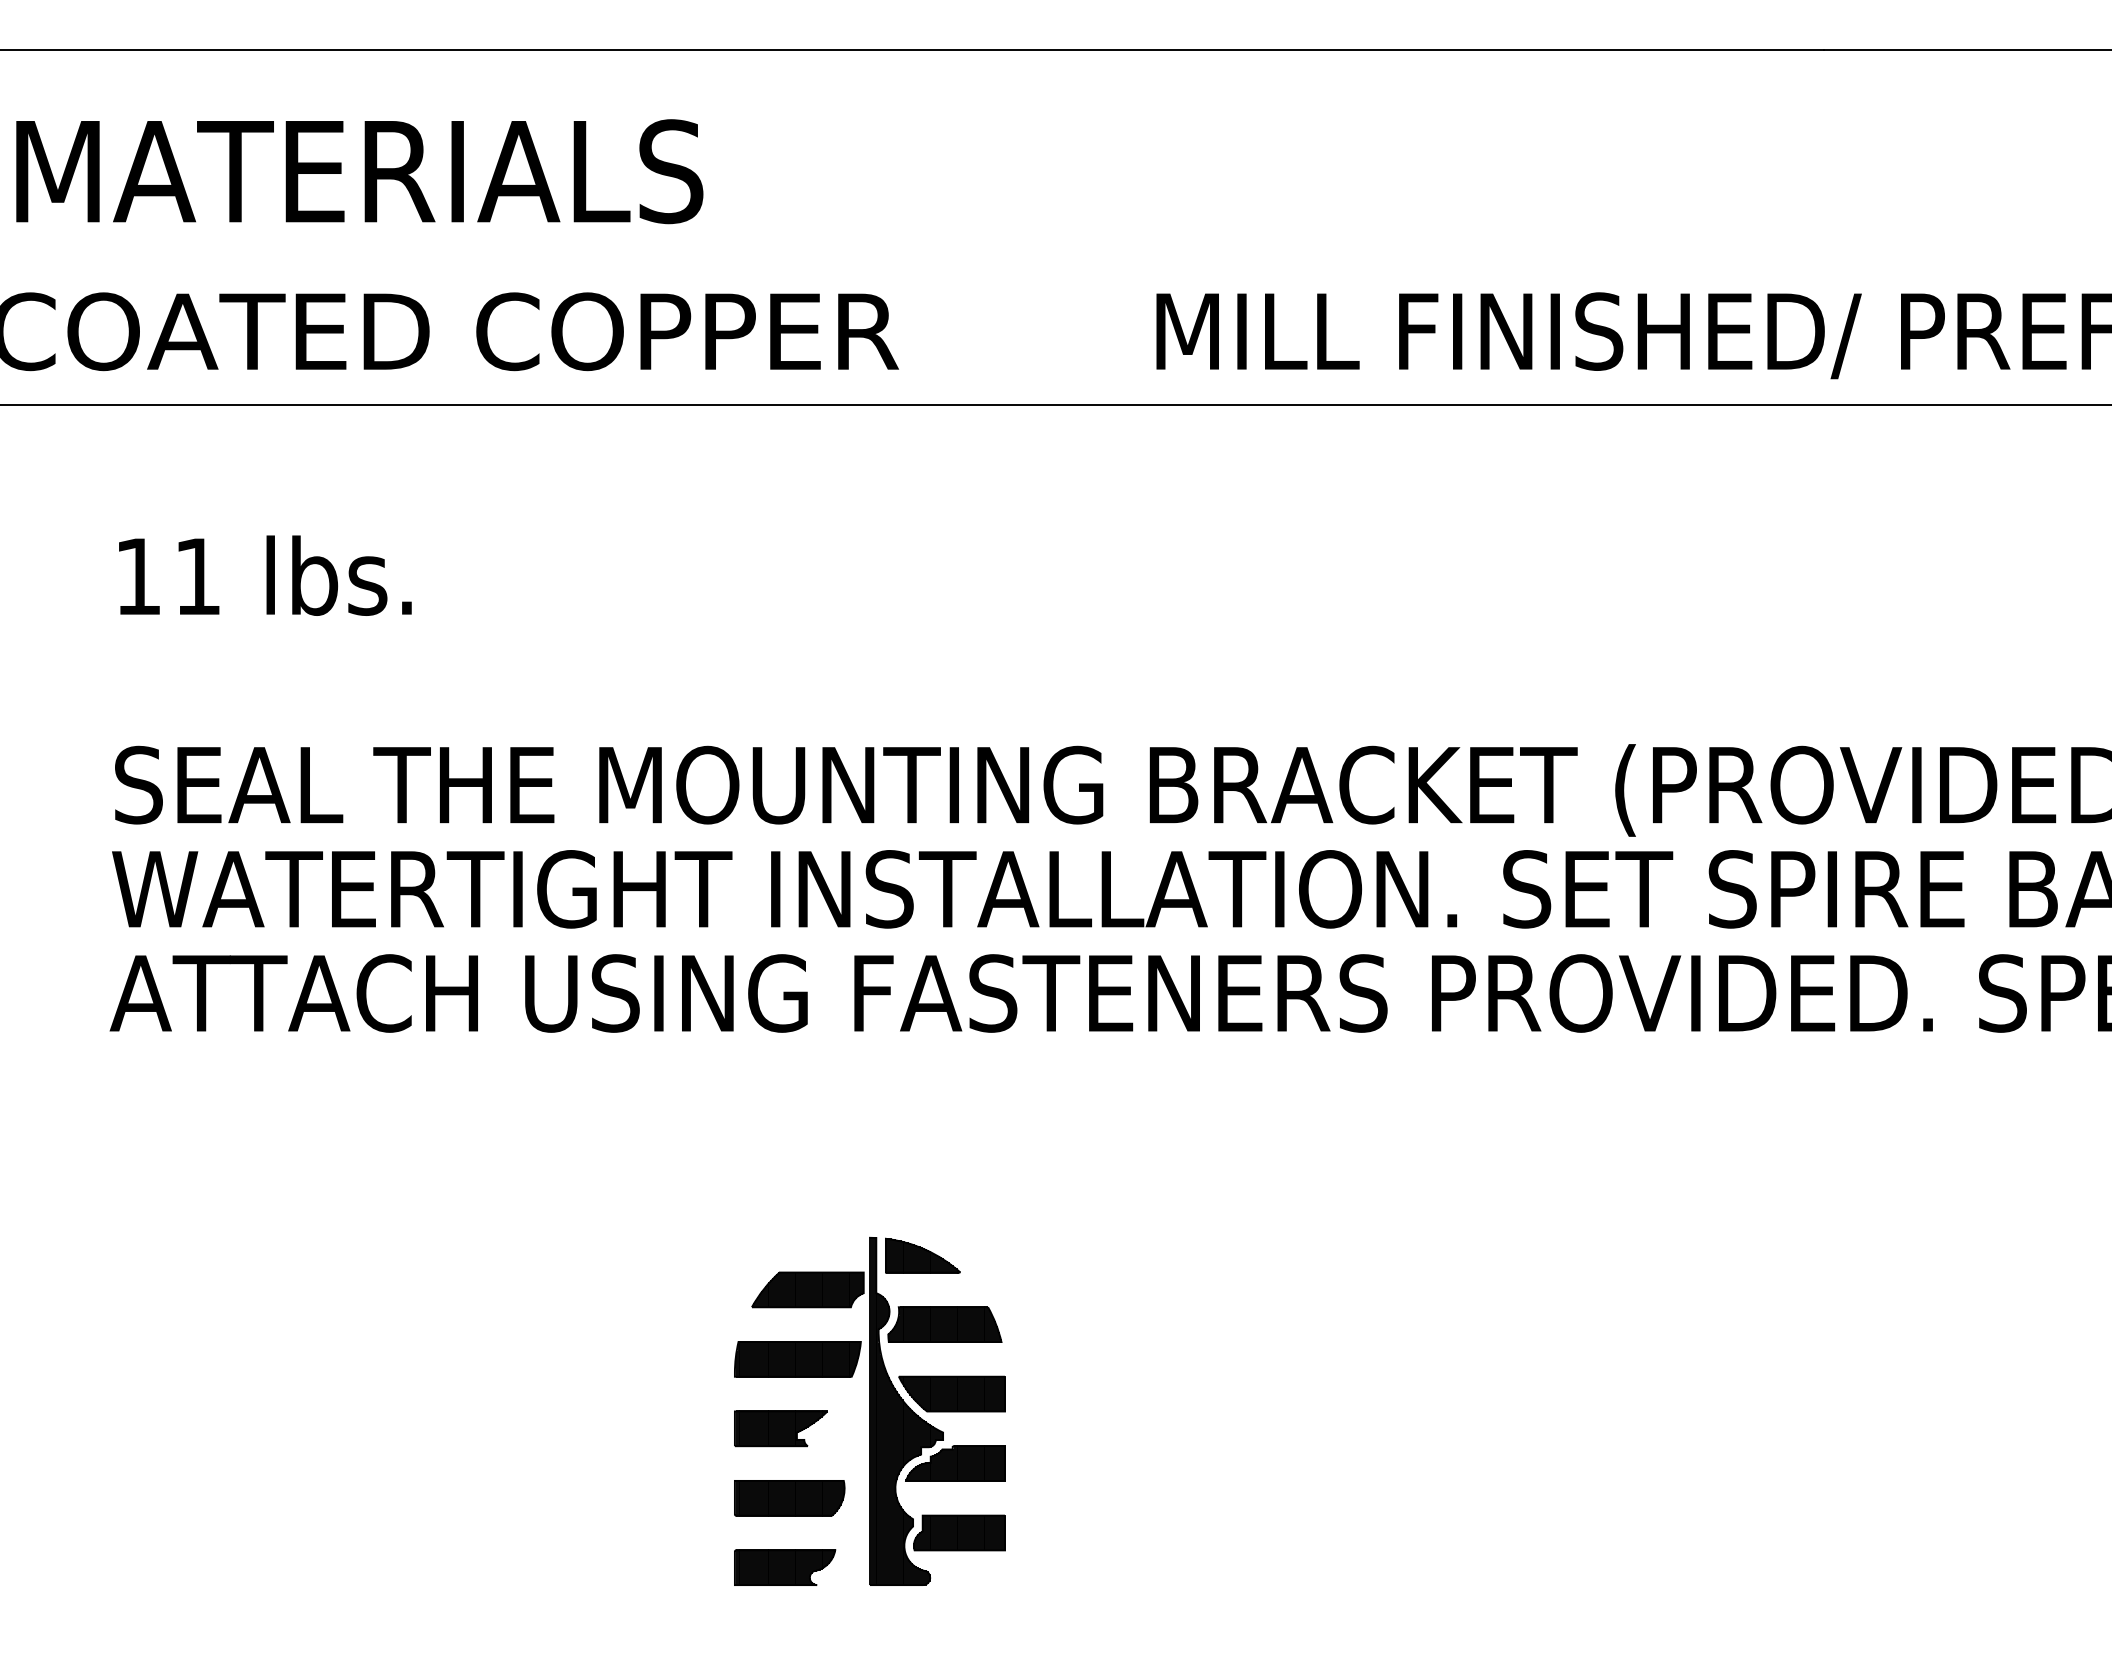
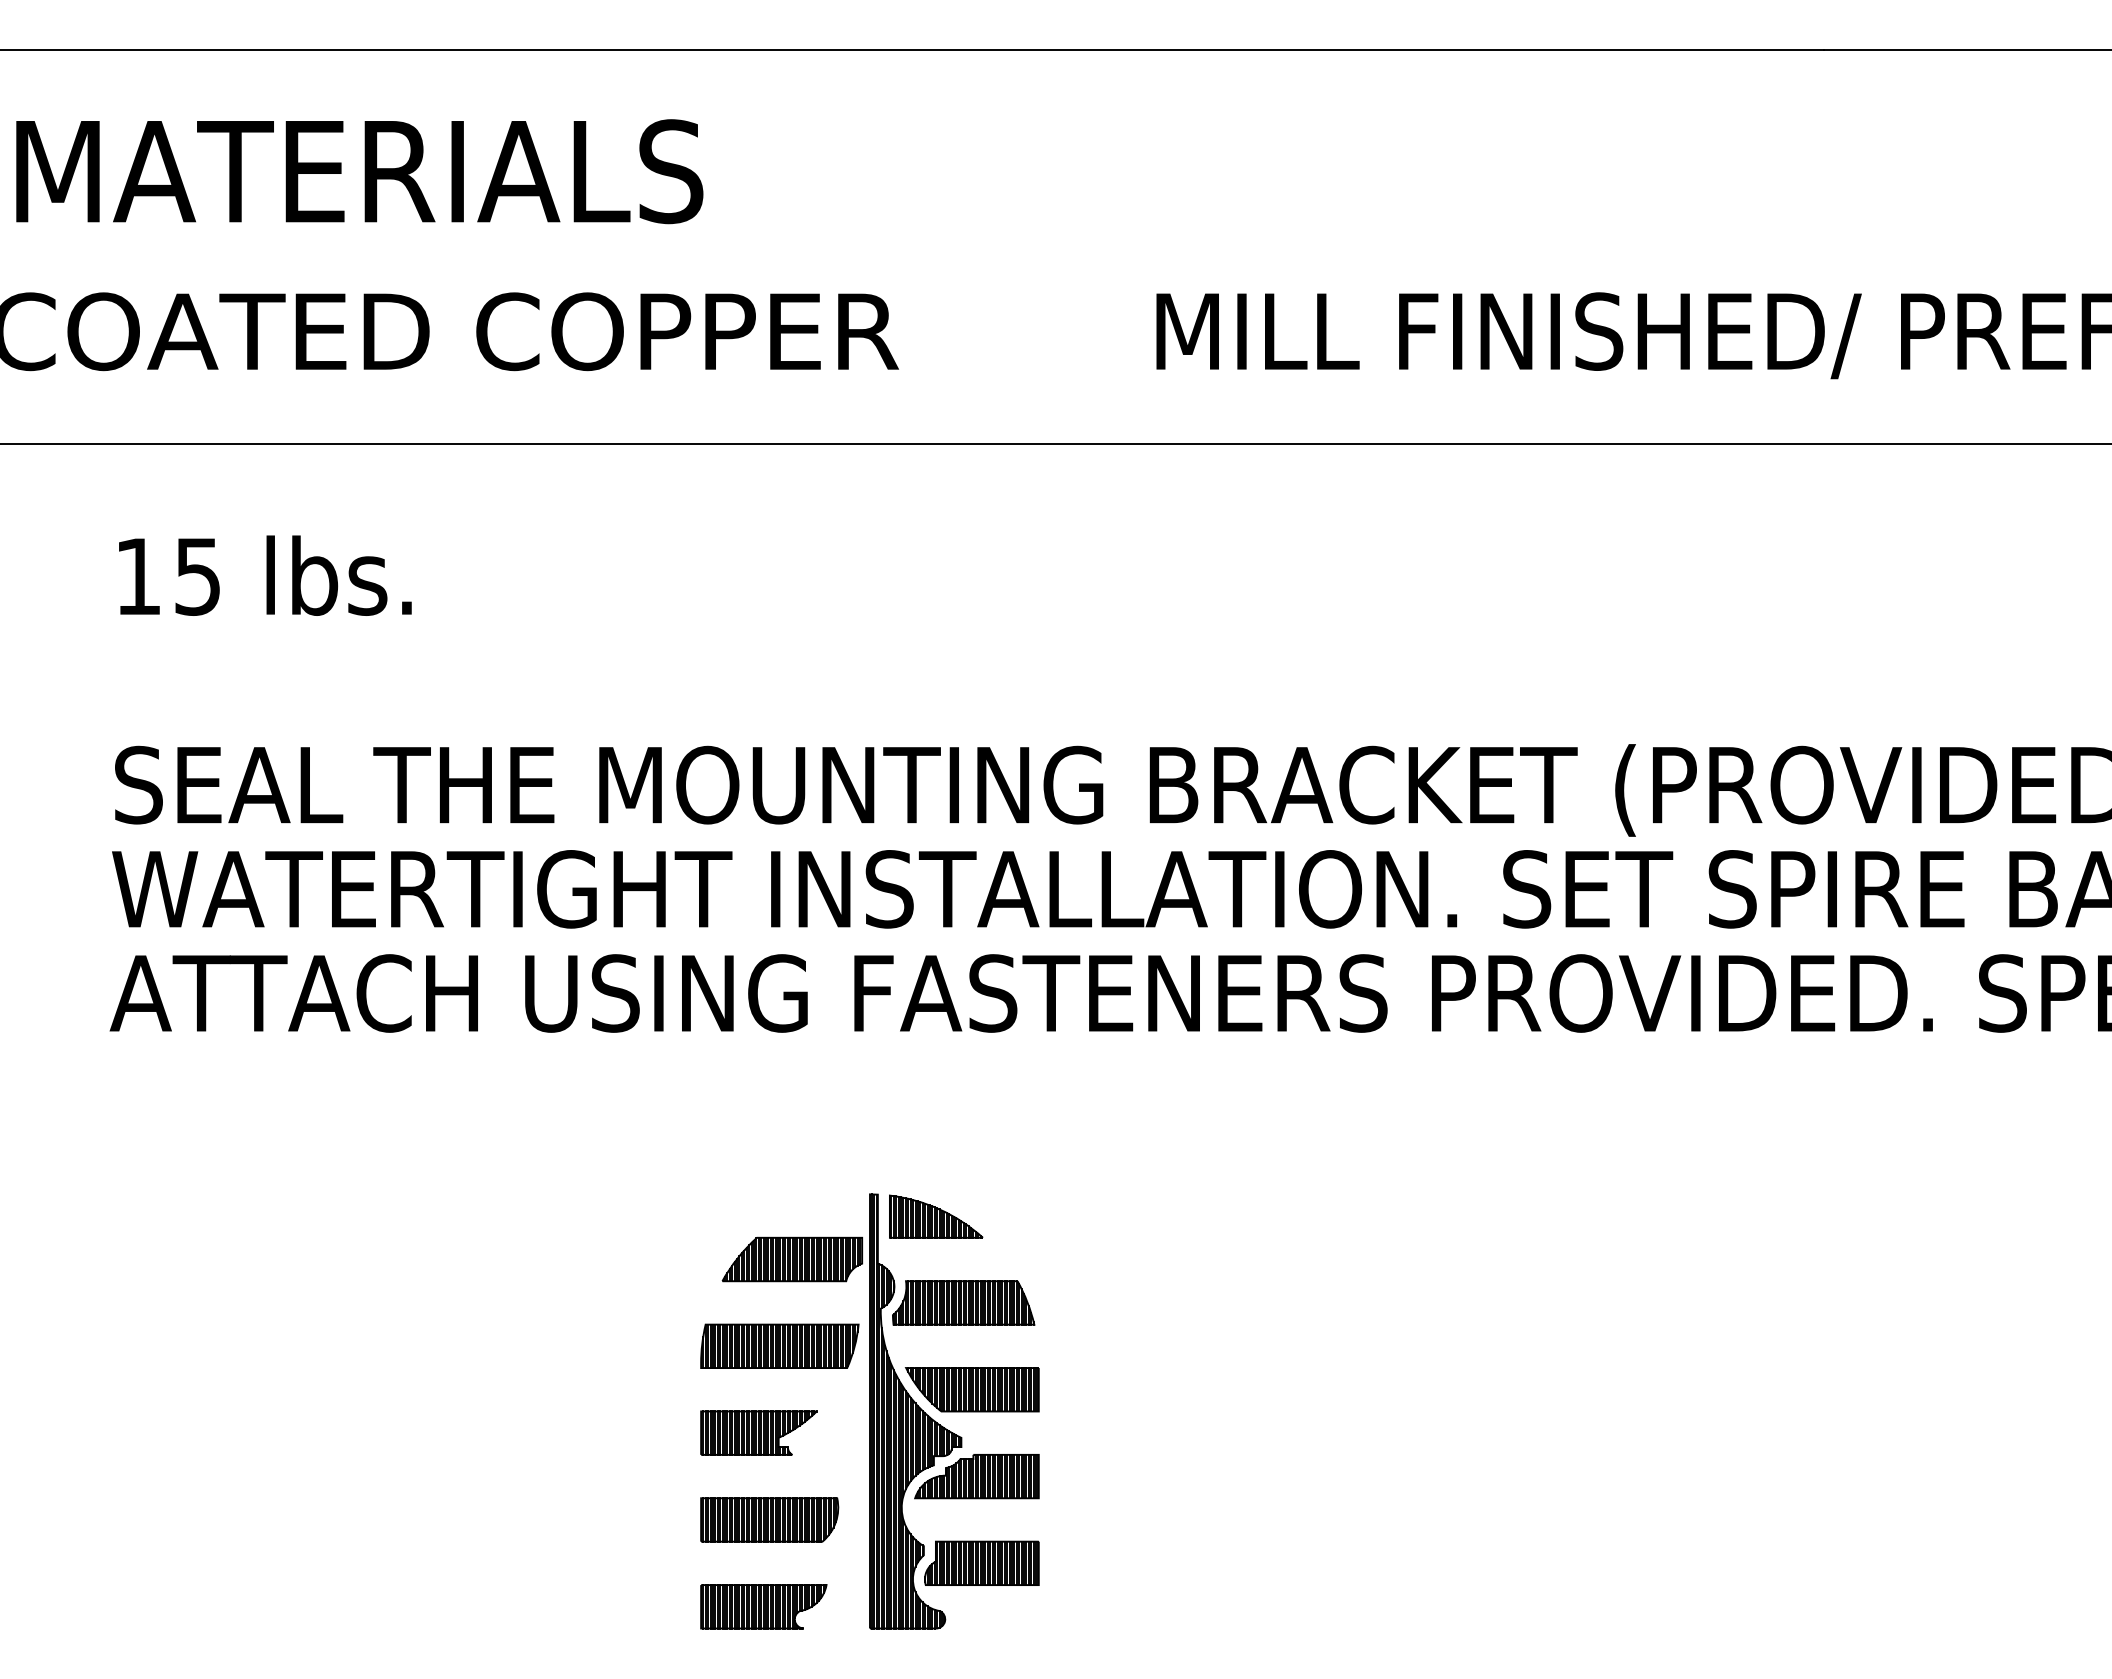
line at (1055, 405) position: (1055, 405) -> (1055, 444)
text at (197, 576): 11 -> 15
part at (869, 1410) size: 272x350 px -> 340x437 px
